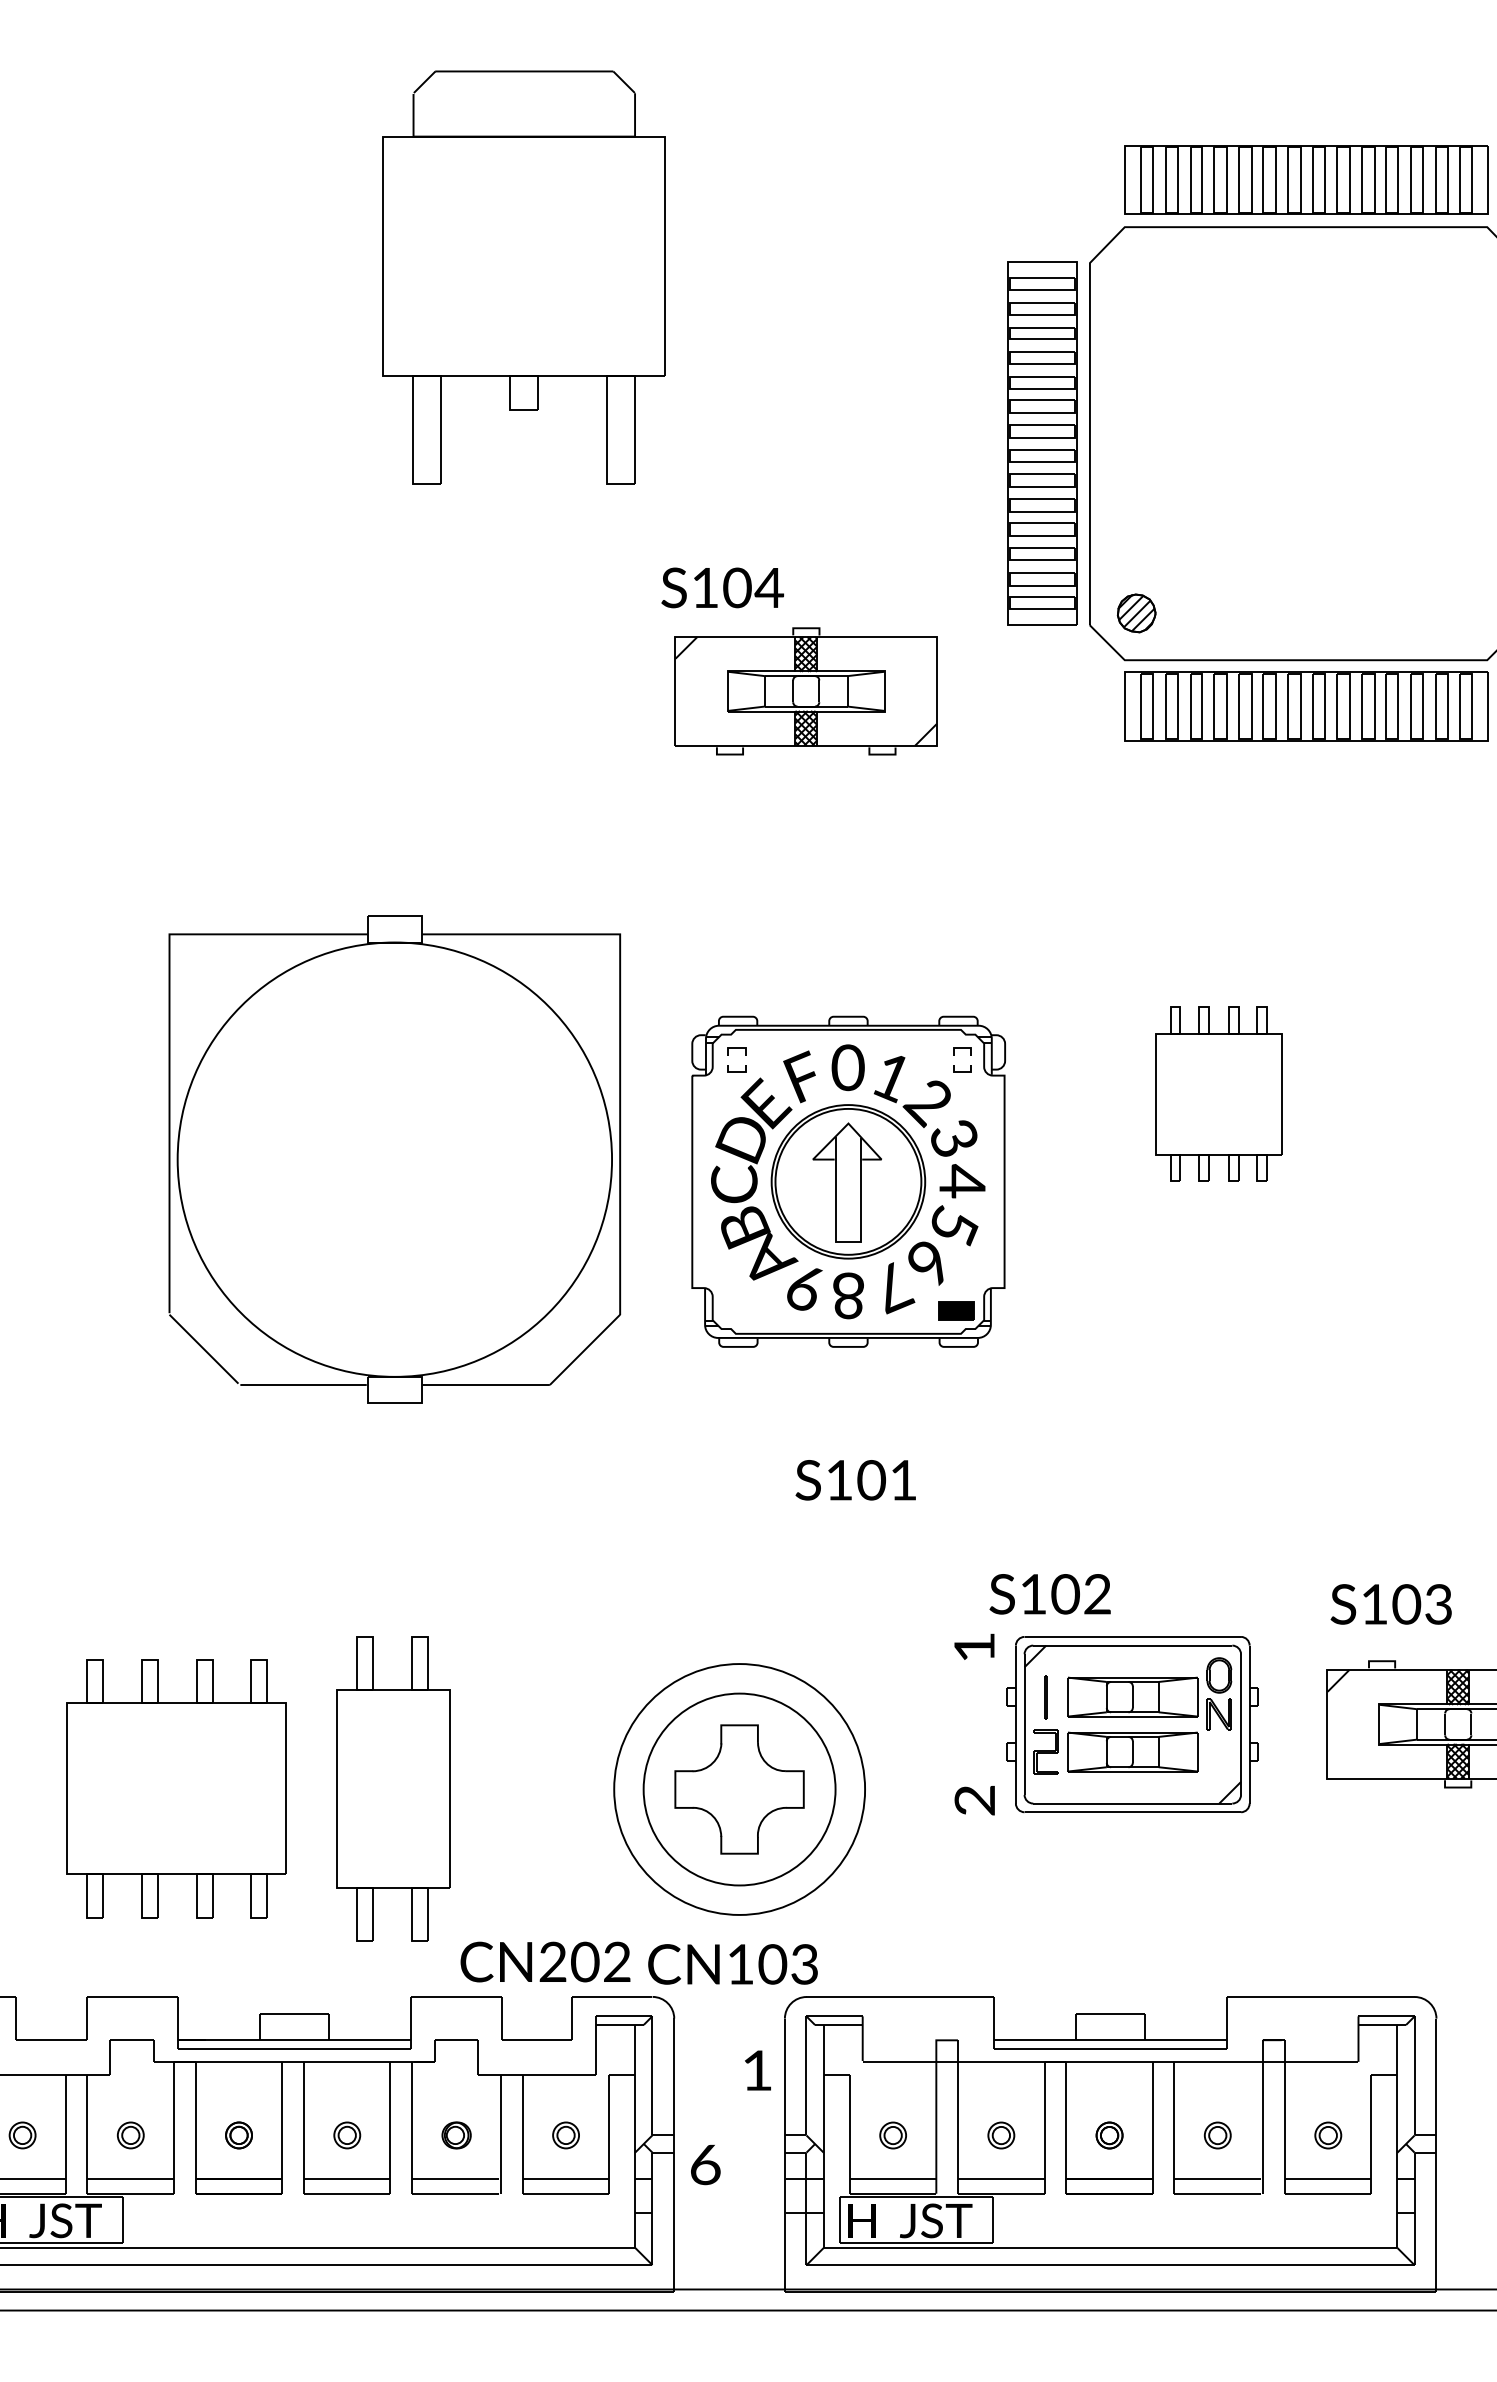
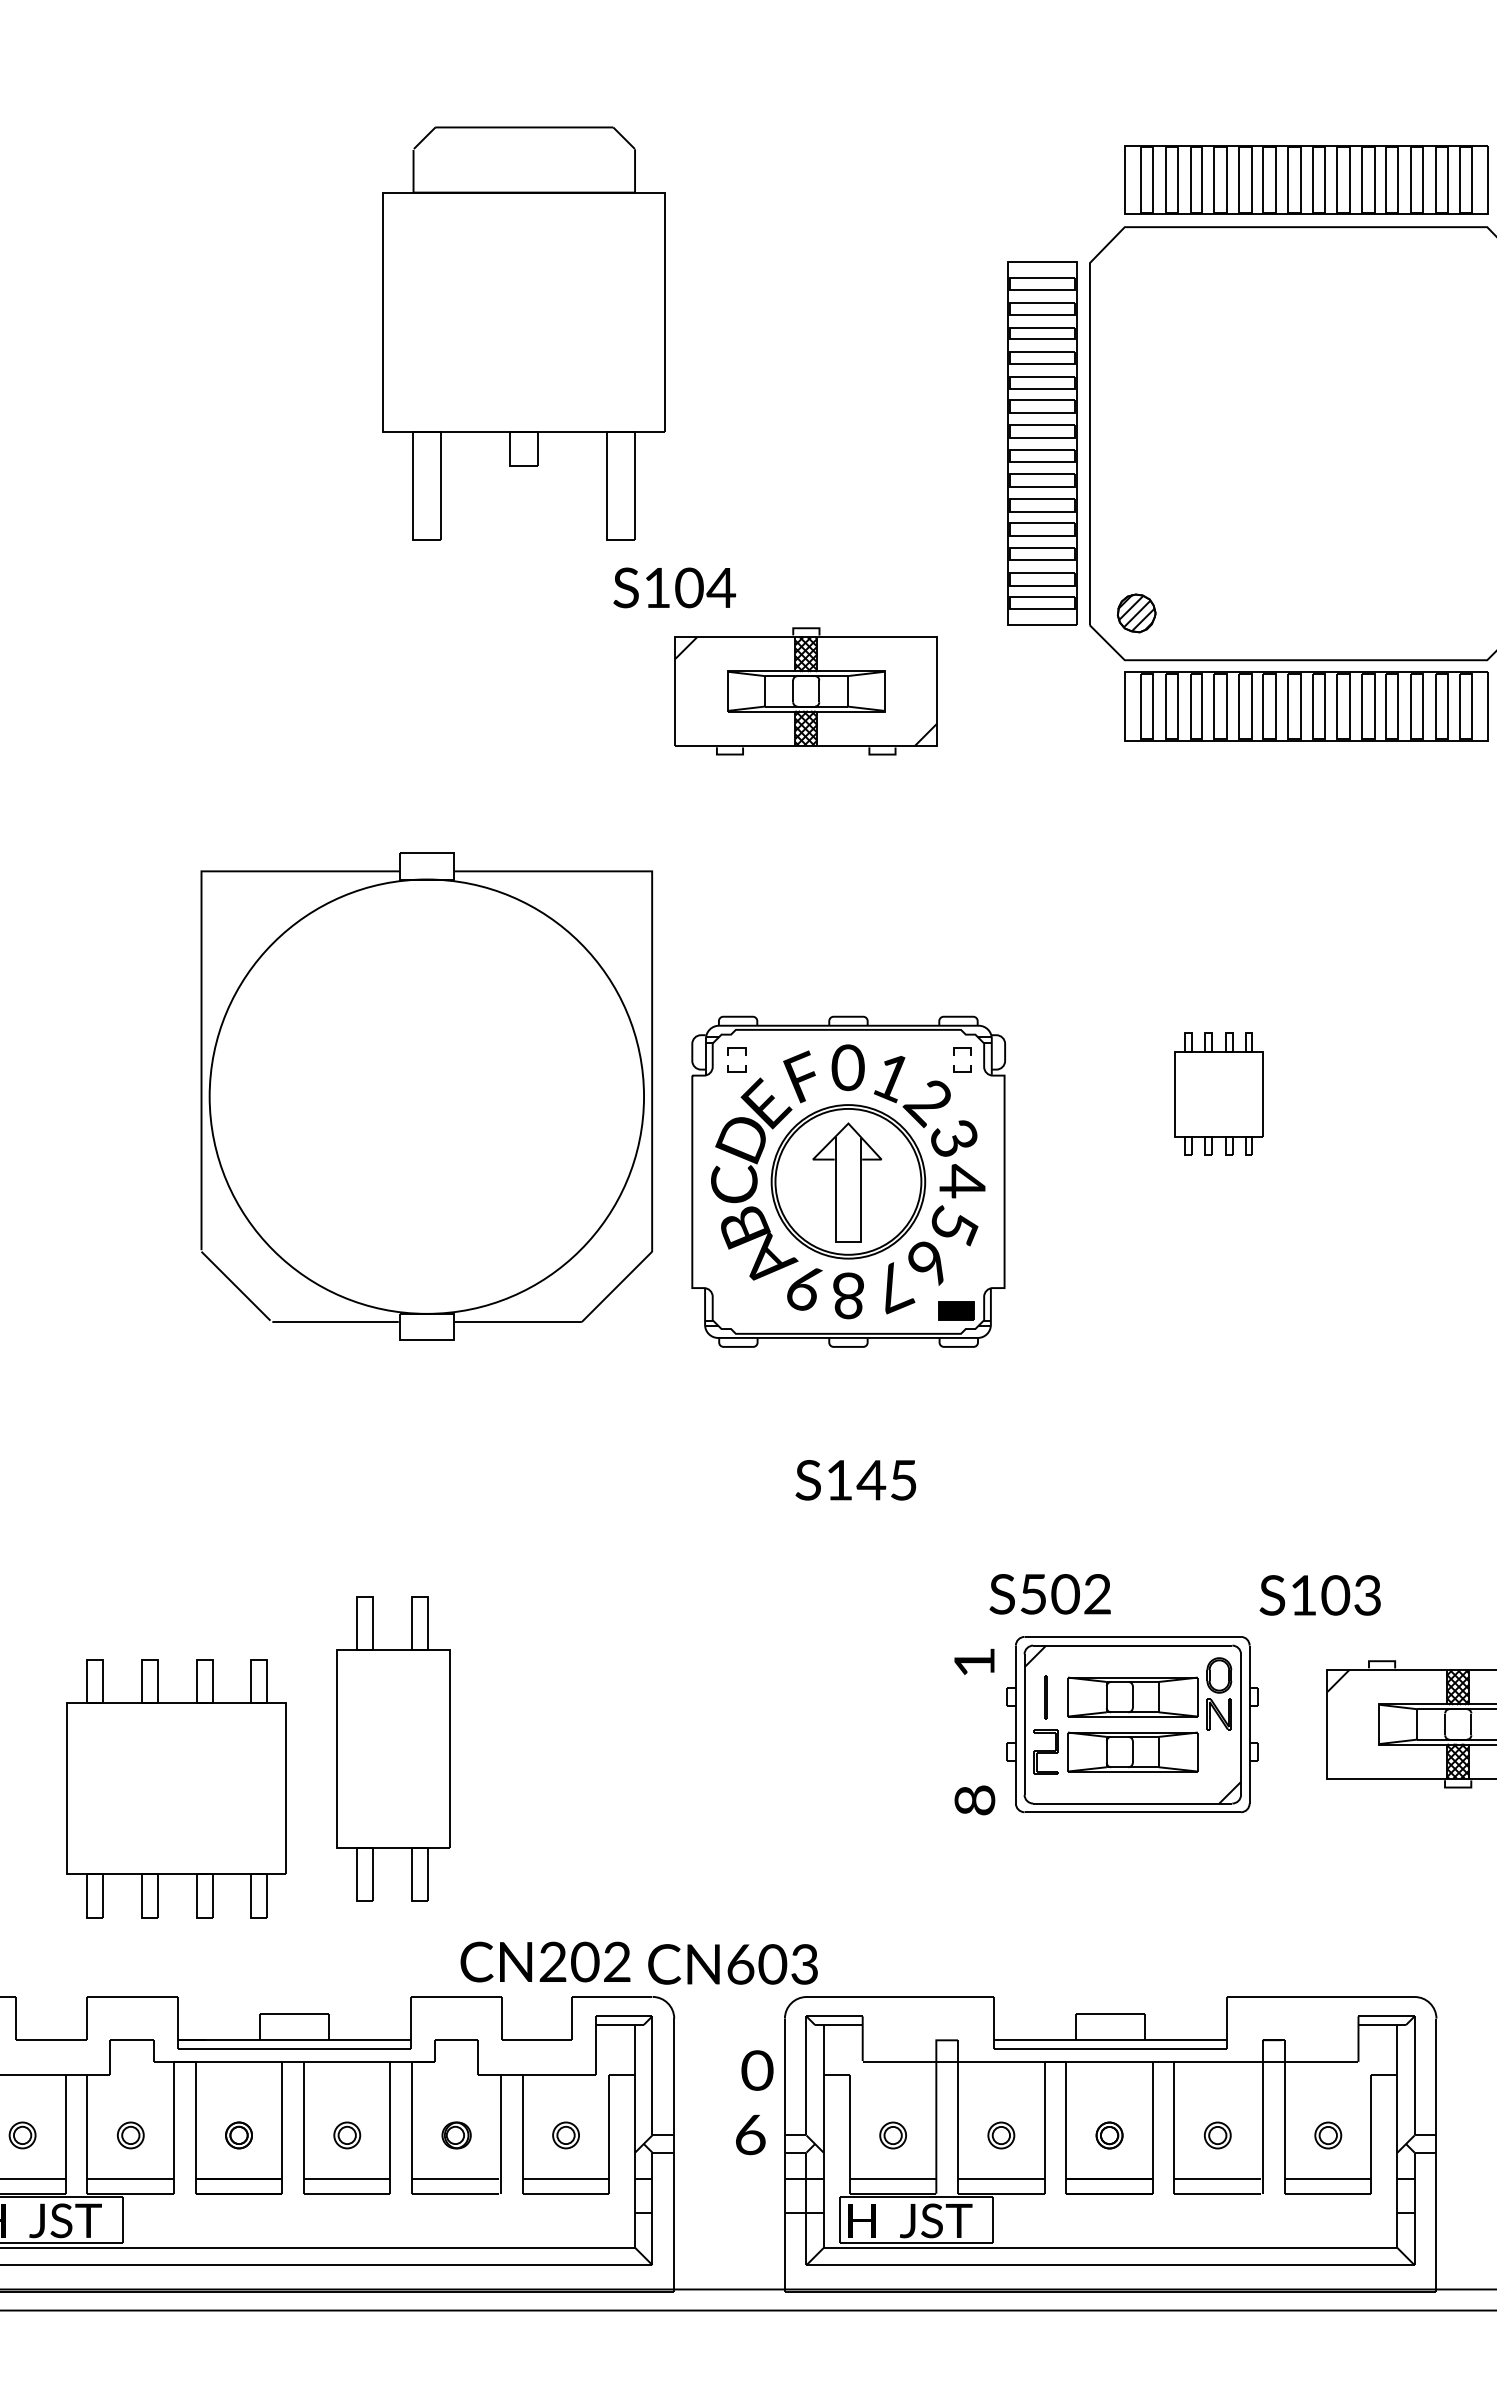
part at (523, 277) position: (523, 277) -> (523, 333)
text at (722, 587) position: (722, 587) -> (674, 587)
part at (1218, 1093) size: 128x176 px -> 90x124 px
part at (394, 1159) position: (394, 1159) -> (426, 1096)
text at (886, 1480): S101 -> S145
text at (1032, 1594): S102 -> S502
text at (1390, 1604) position: (1390, 1604) -> (1319, 1595)
text at (974, 1646) position: (974, 1646) -> (974, 1661)
part at (393, 1788) position: (393, 1788) -> (393, 1748)
part at (739, 1789): present -> none
text at (975, 1800): 2 -> 8
text at (740, 1964): CN103 -> CN603
text at (757, 2070): 1 -> 0
text at (705, 2164) position: (705, 2164) -> (750, 2134)
